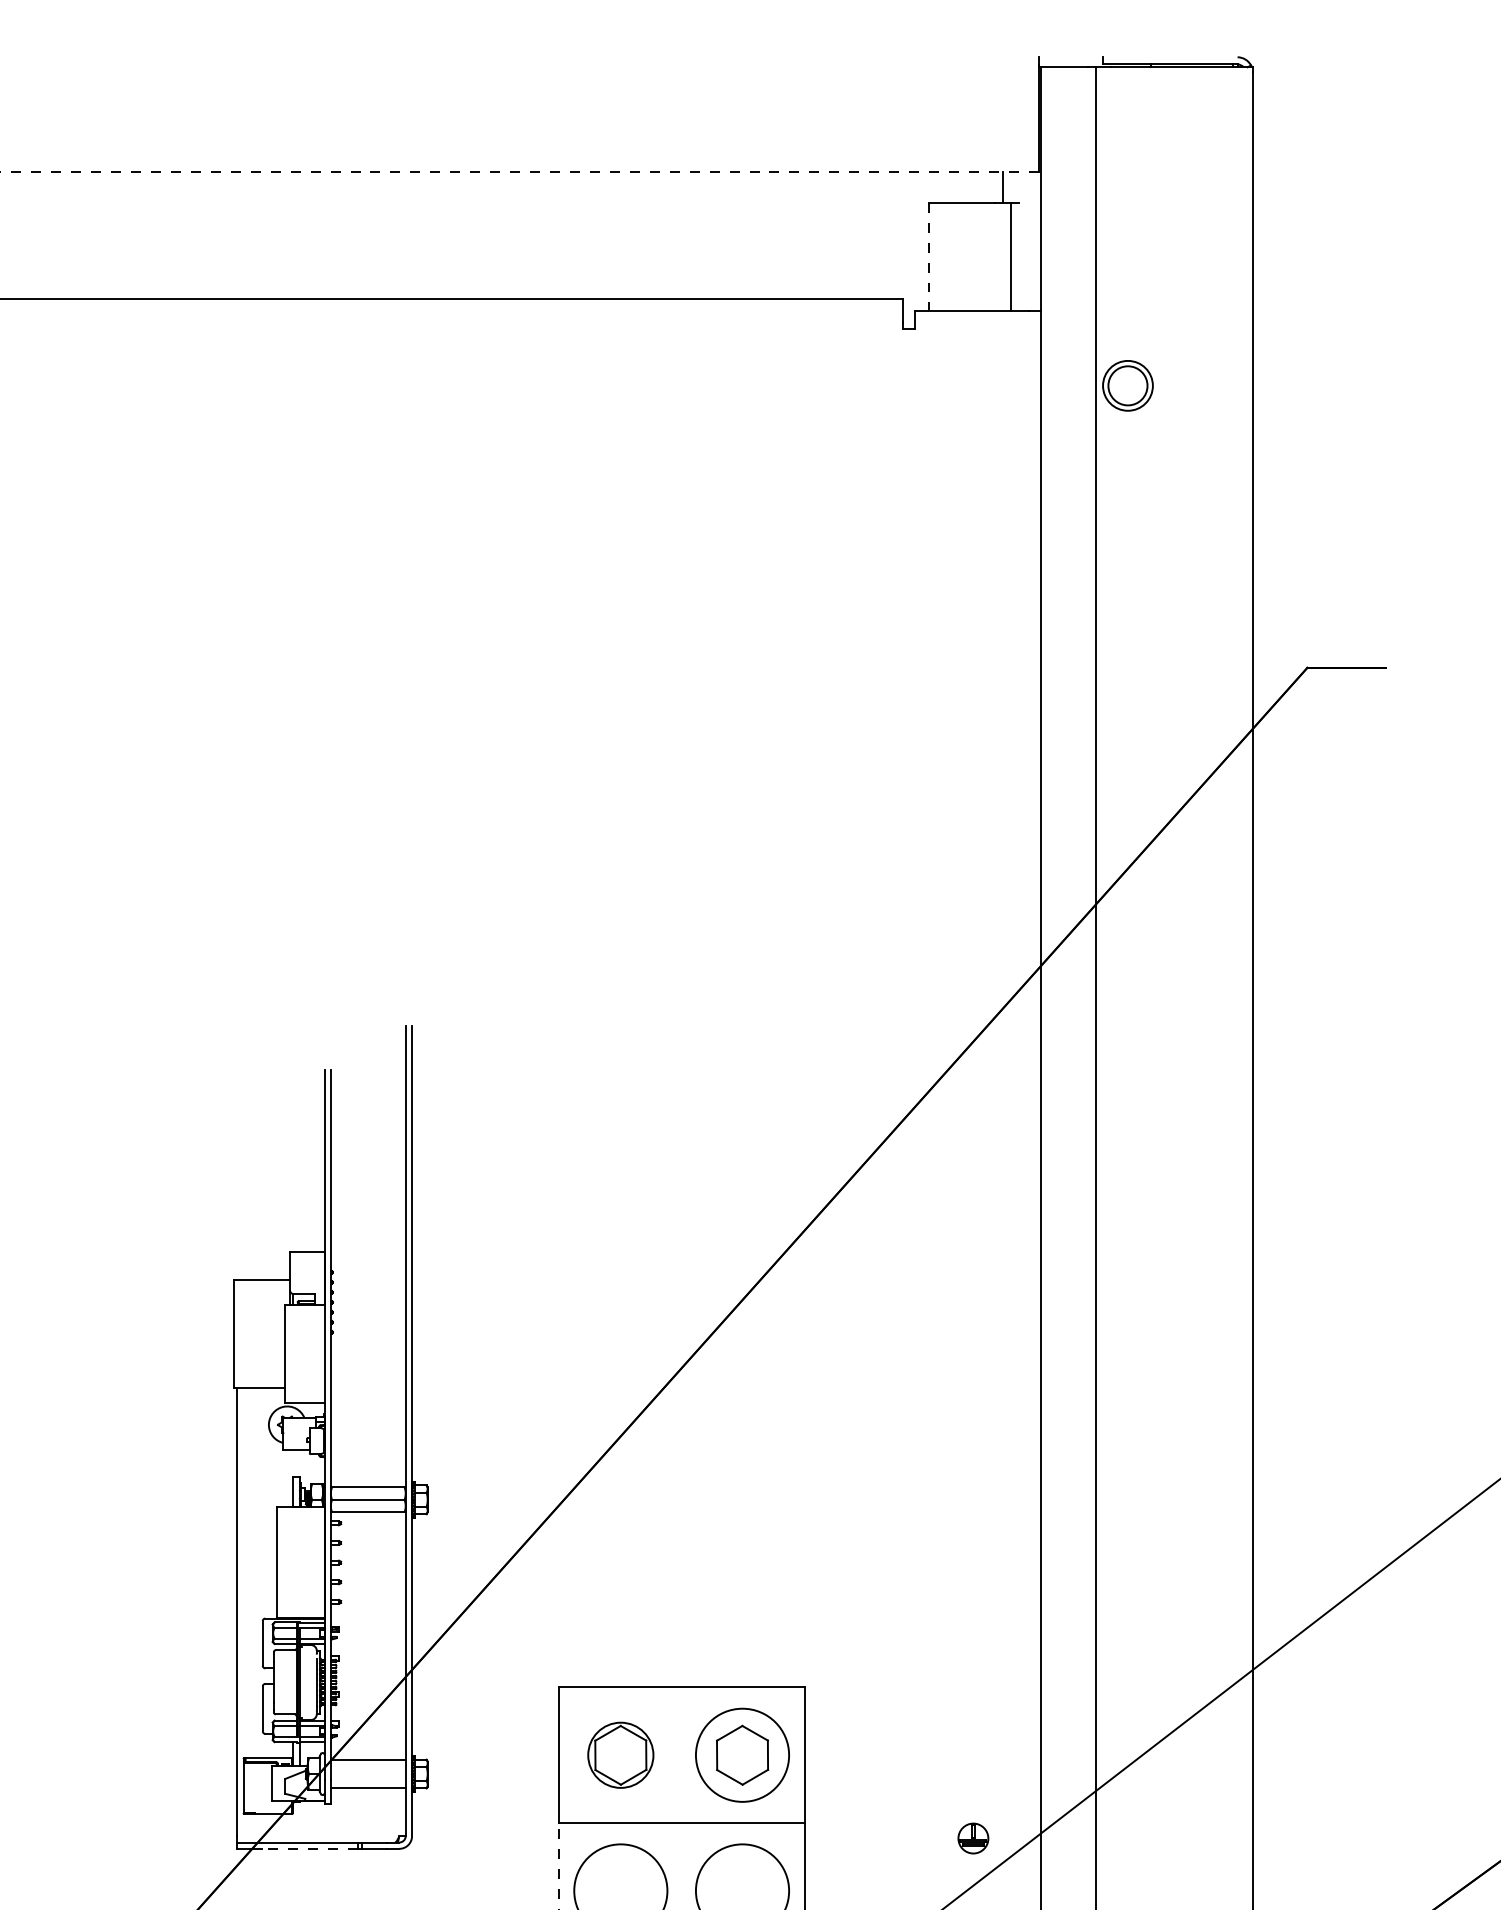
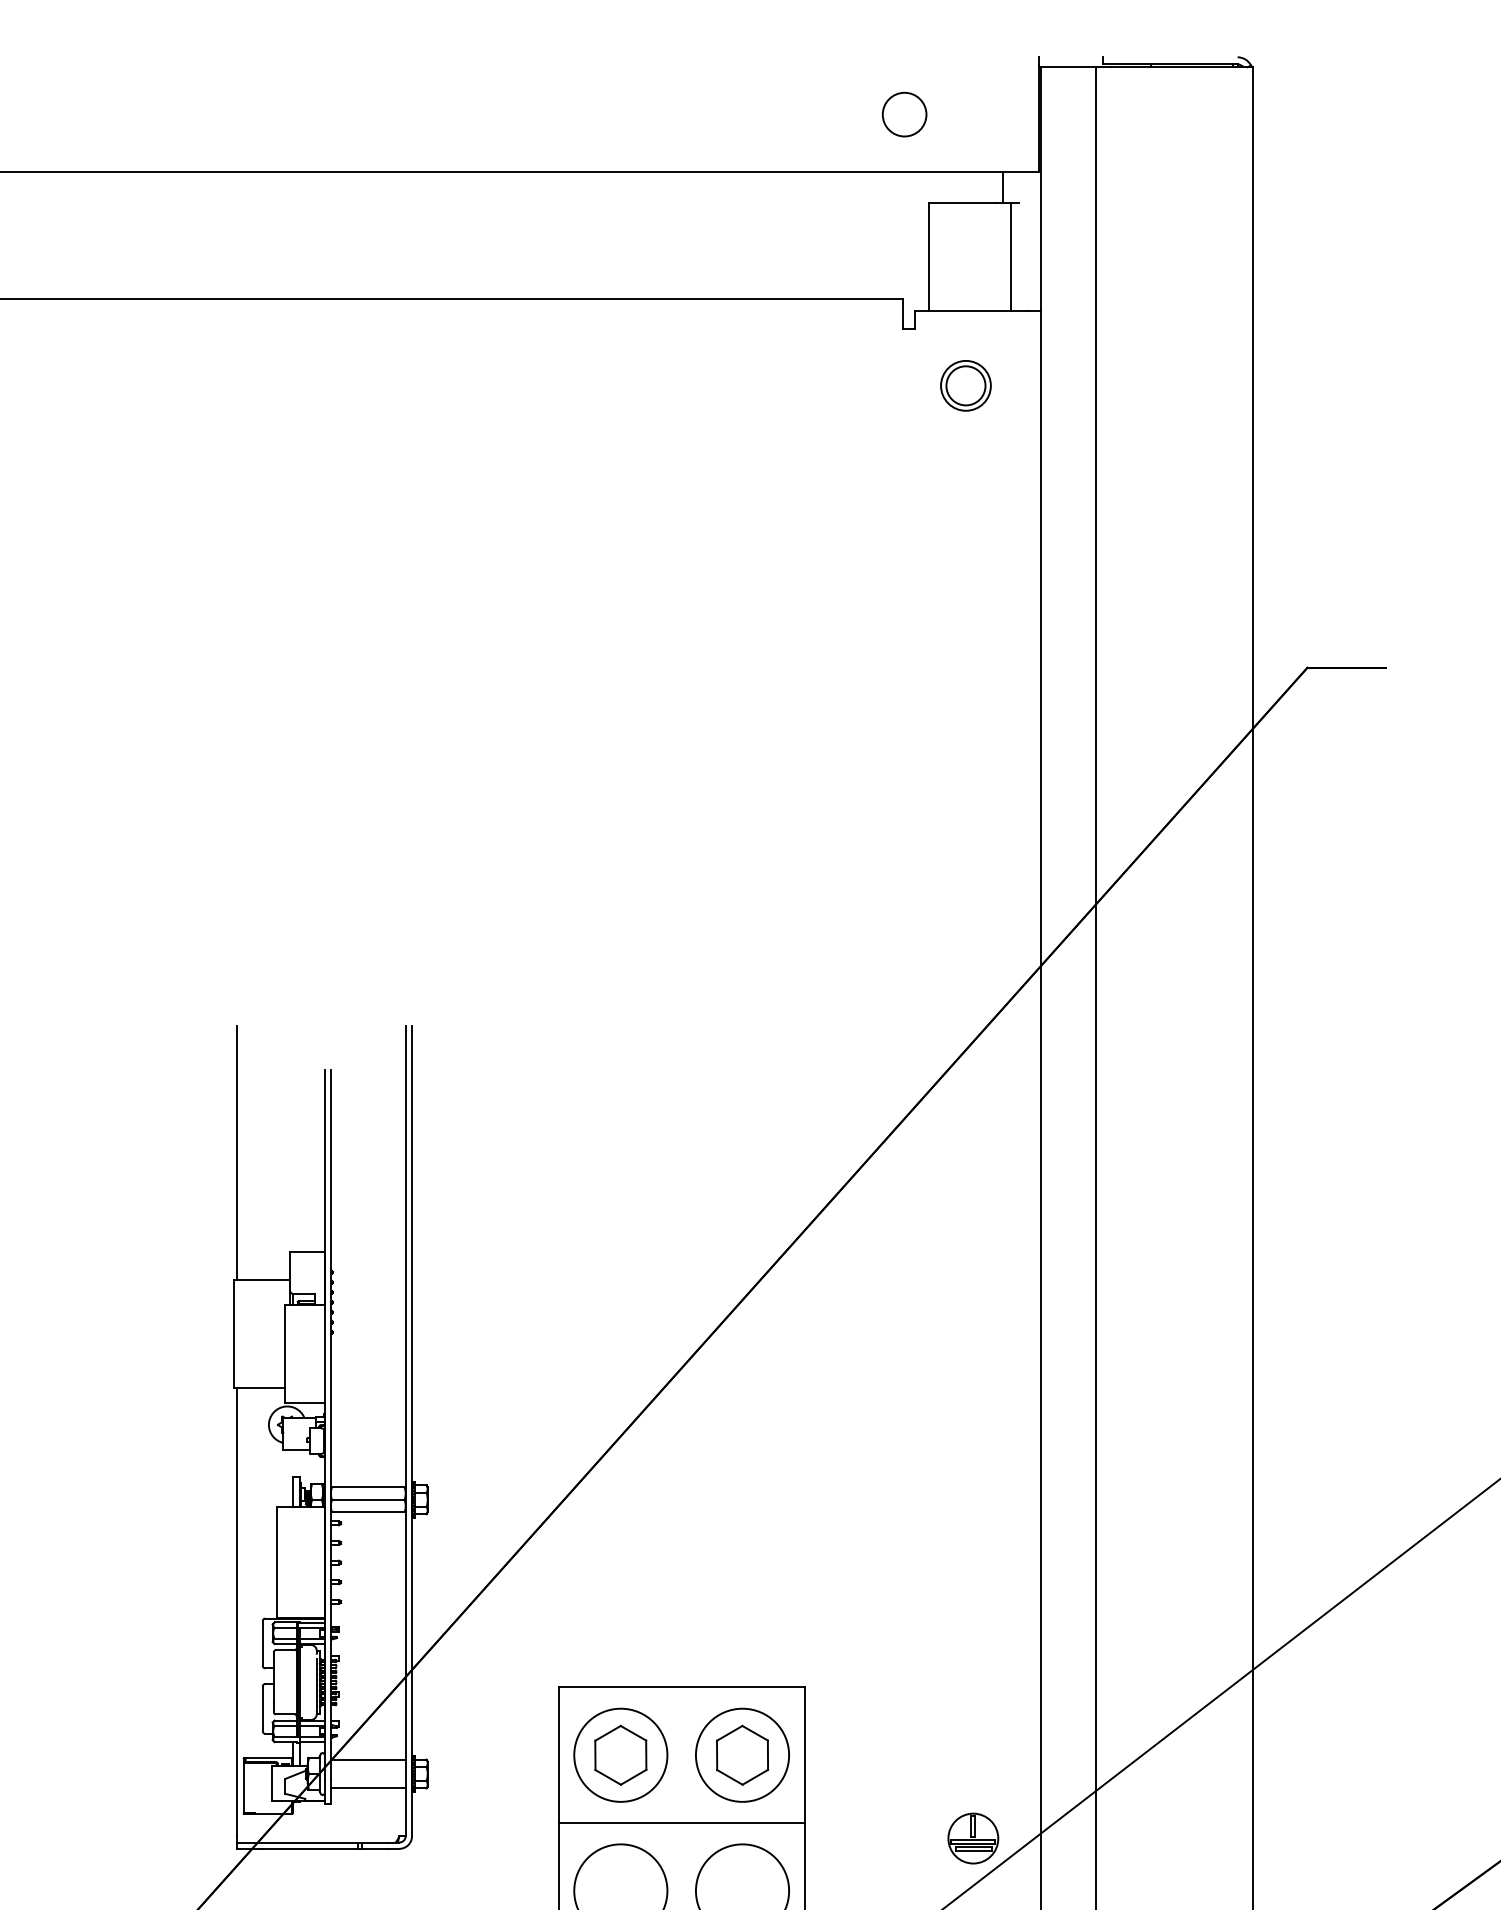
circle at (904, 114): none -> present
line at (519, 172): dashed -> solid
line at (928, 257): dashed -> solid
part at (1127, 385) position: (1127, 385) -> (965, 385)
line at (237, 1152): none -> present
circle at (620, 1754) diameter: 65 px -> 93 px
part at (973, 1838) size: 33x33 px -> 53x53 px
line at (310, 1848): dashed -> solid
line at (558, 1866): dashed -> solid
